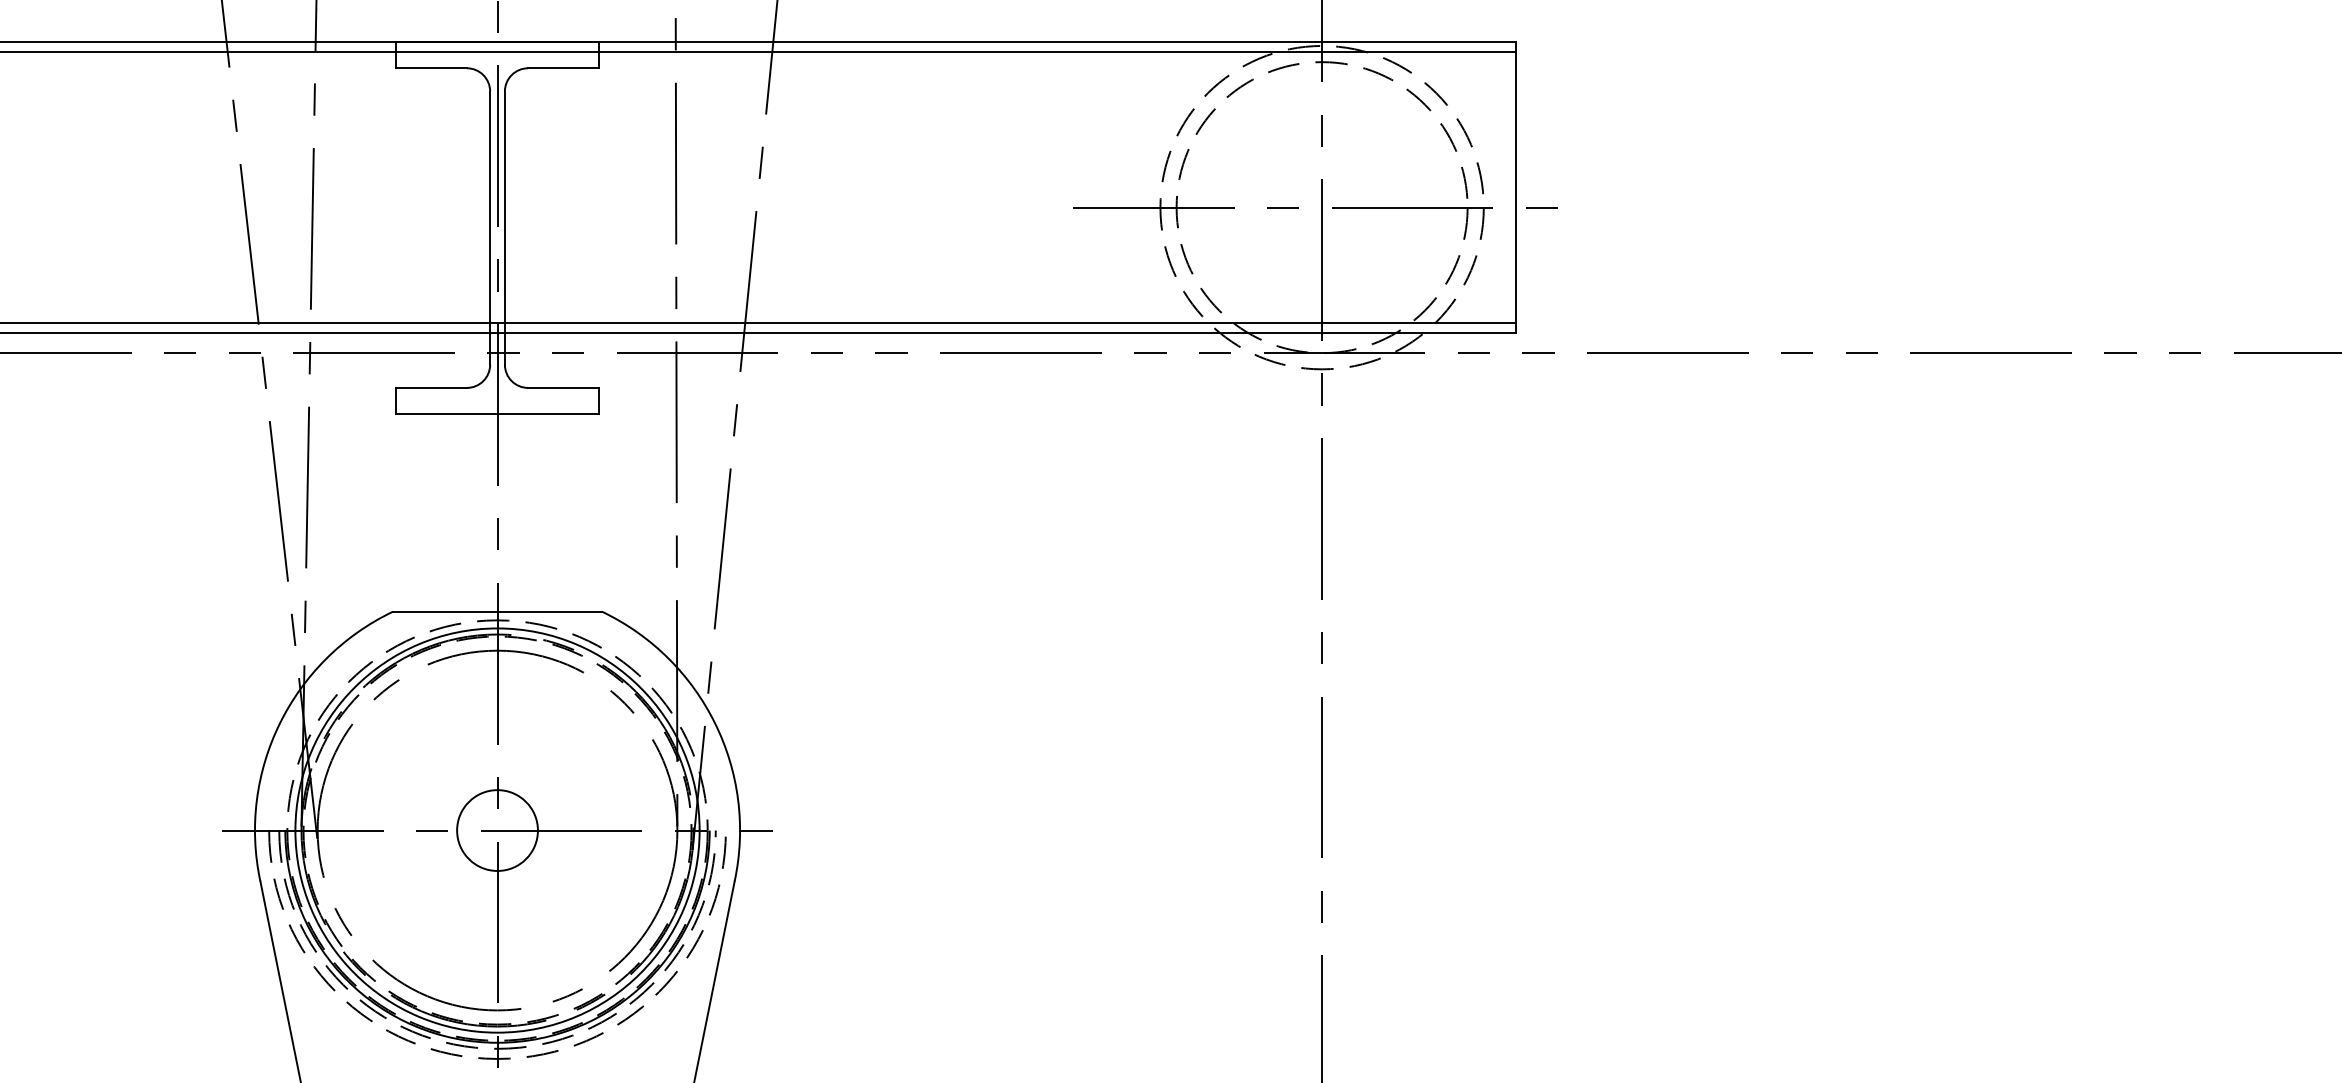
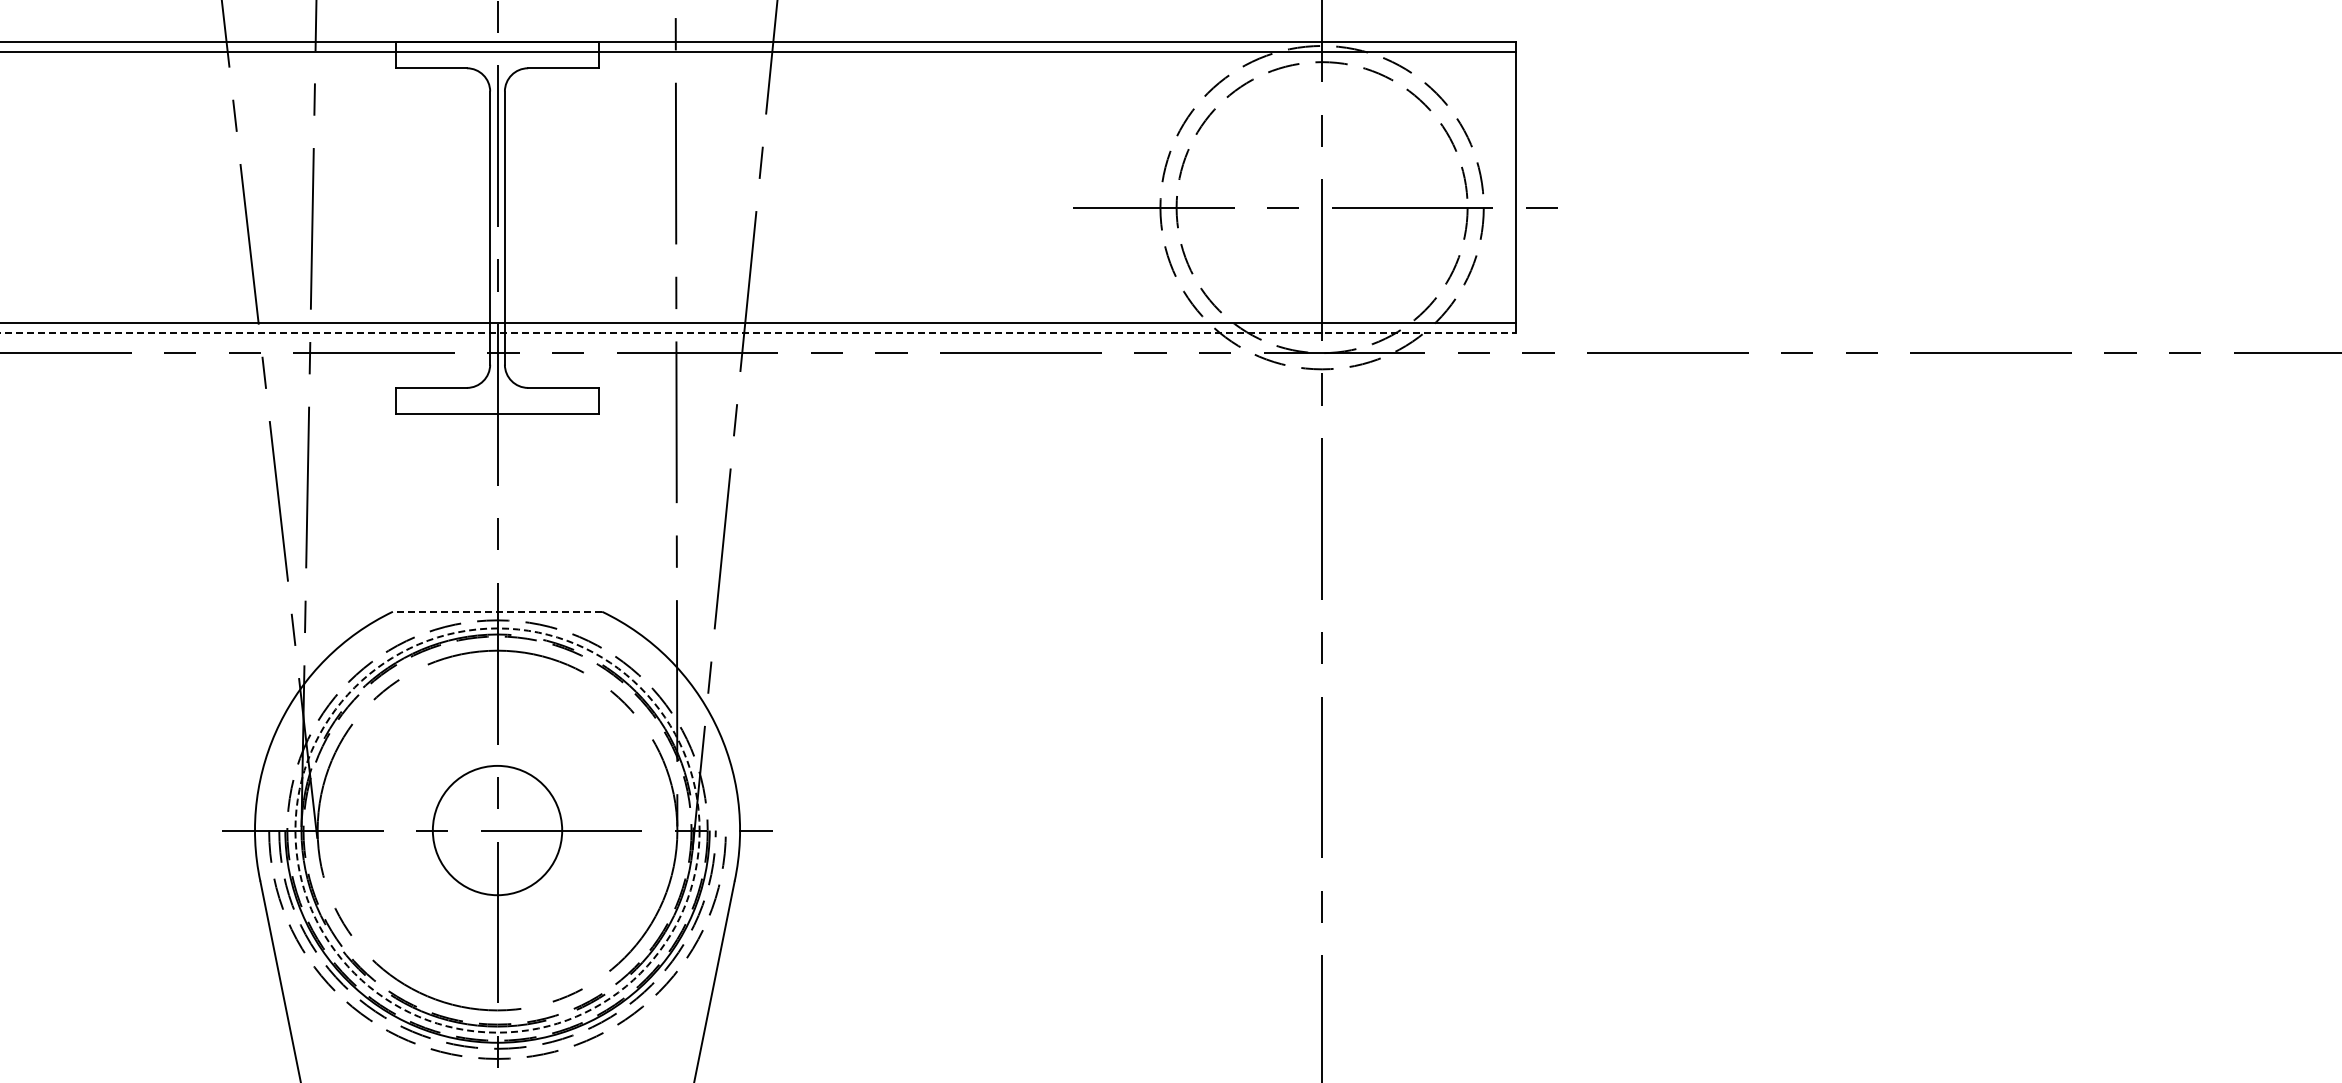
line at (758, 332): solid -> dashed
line at (497, 611): solid -> dashed
circle at (497, 830) diameter: 81 px -> 129 px
circle at (497, 830): solid -> dashed
